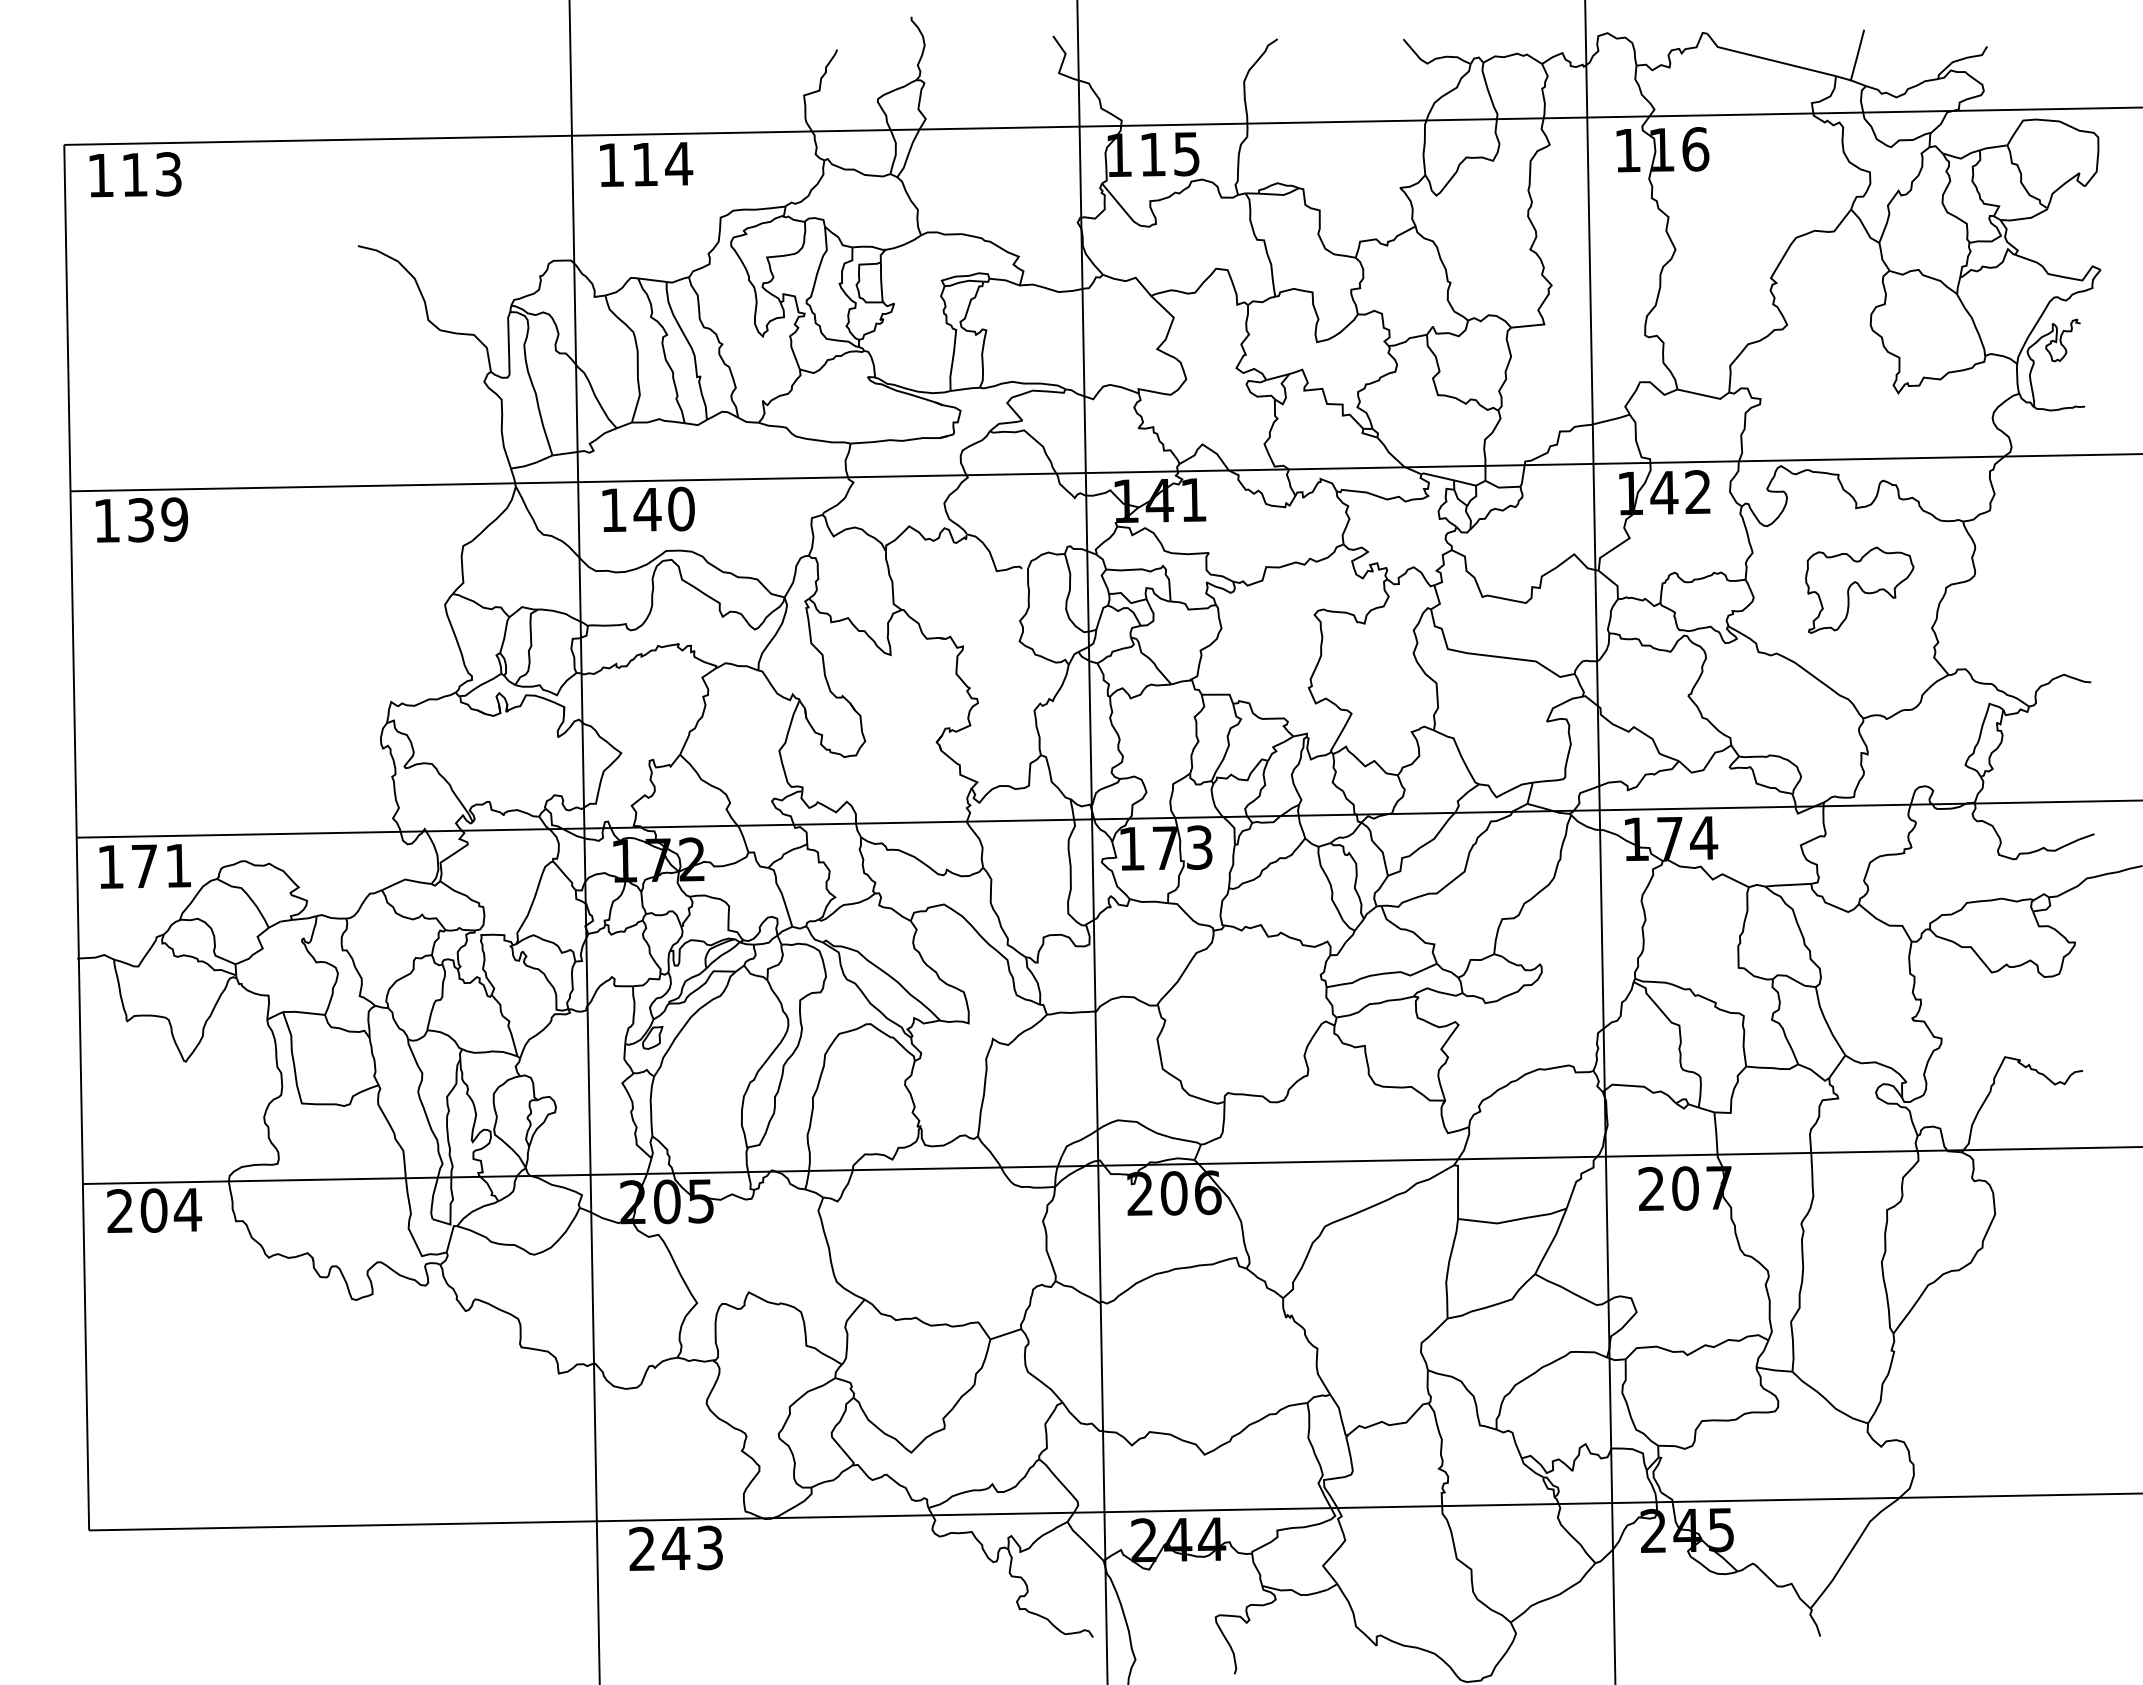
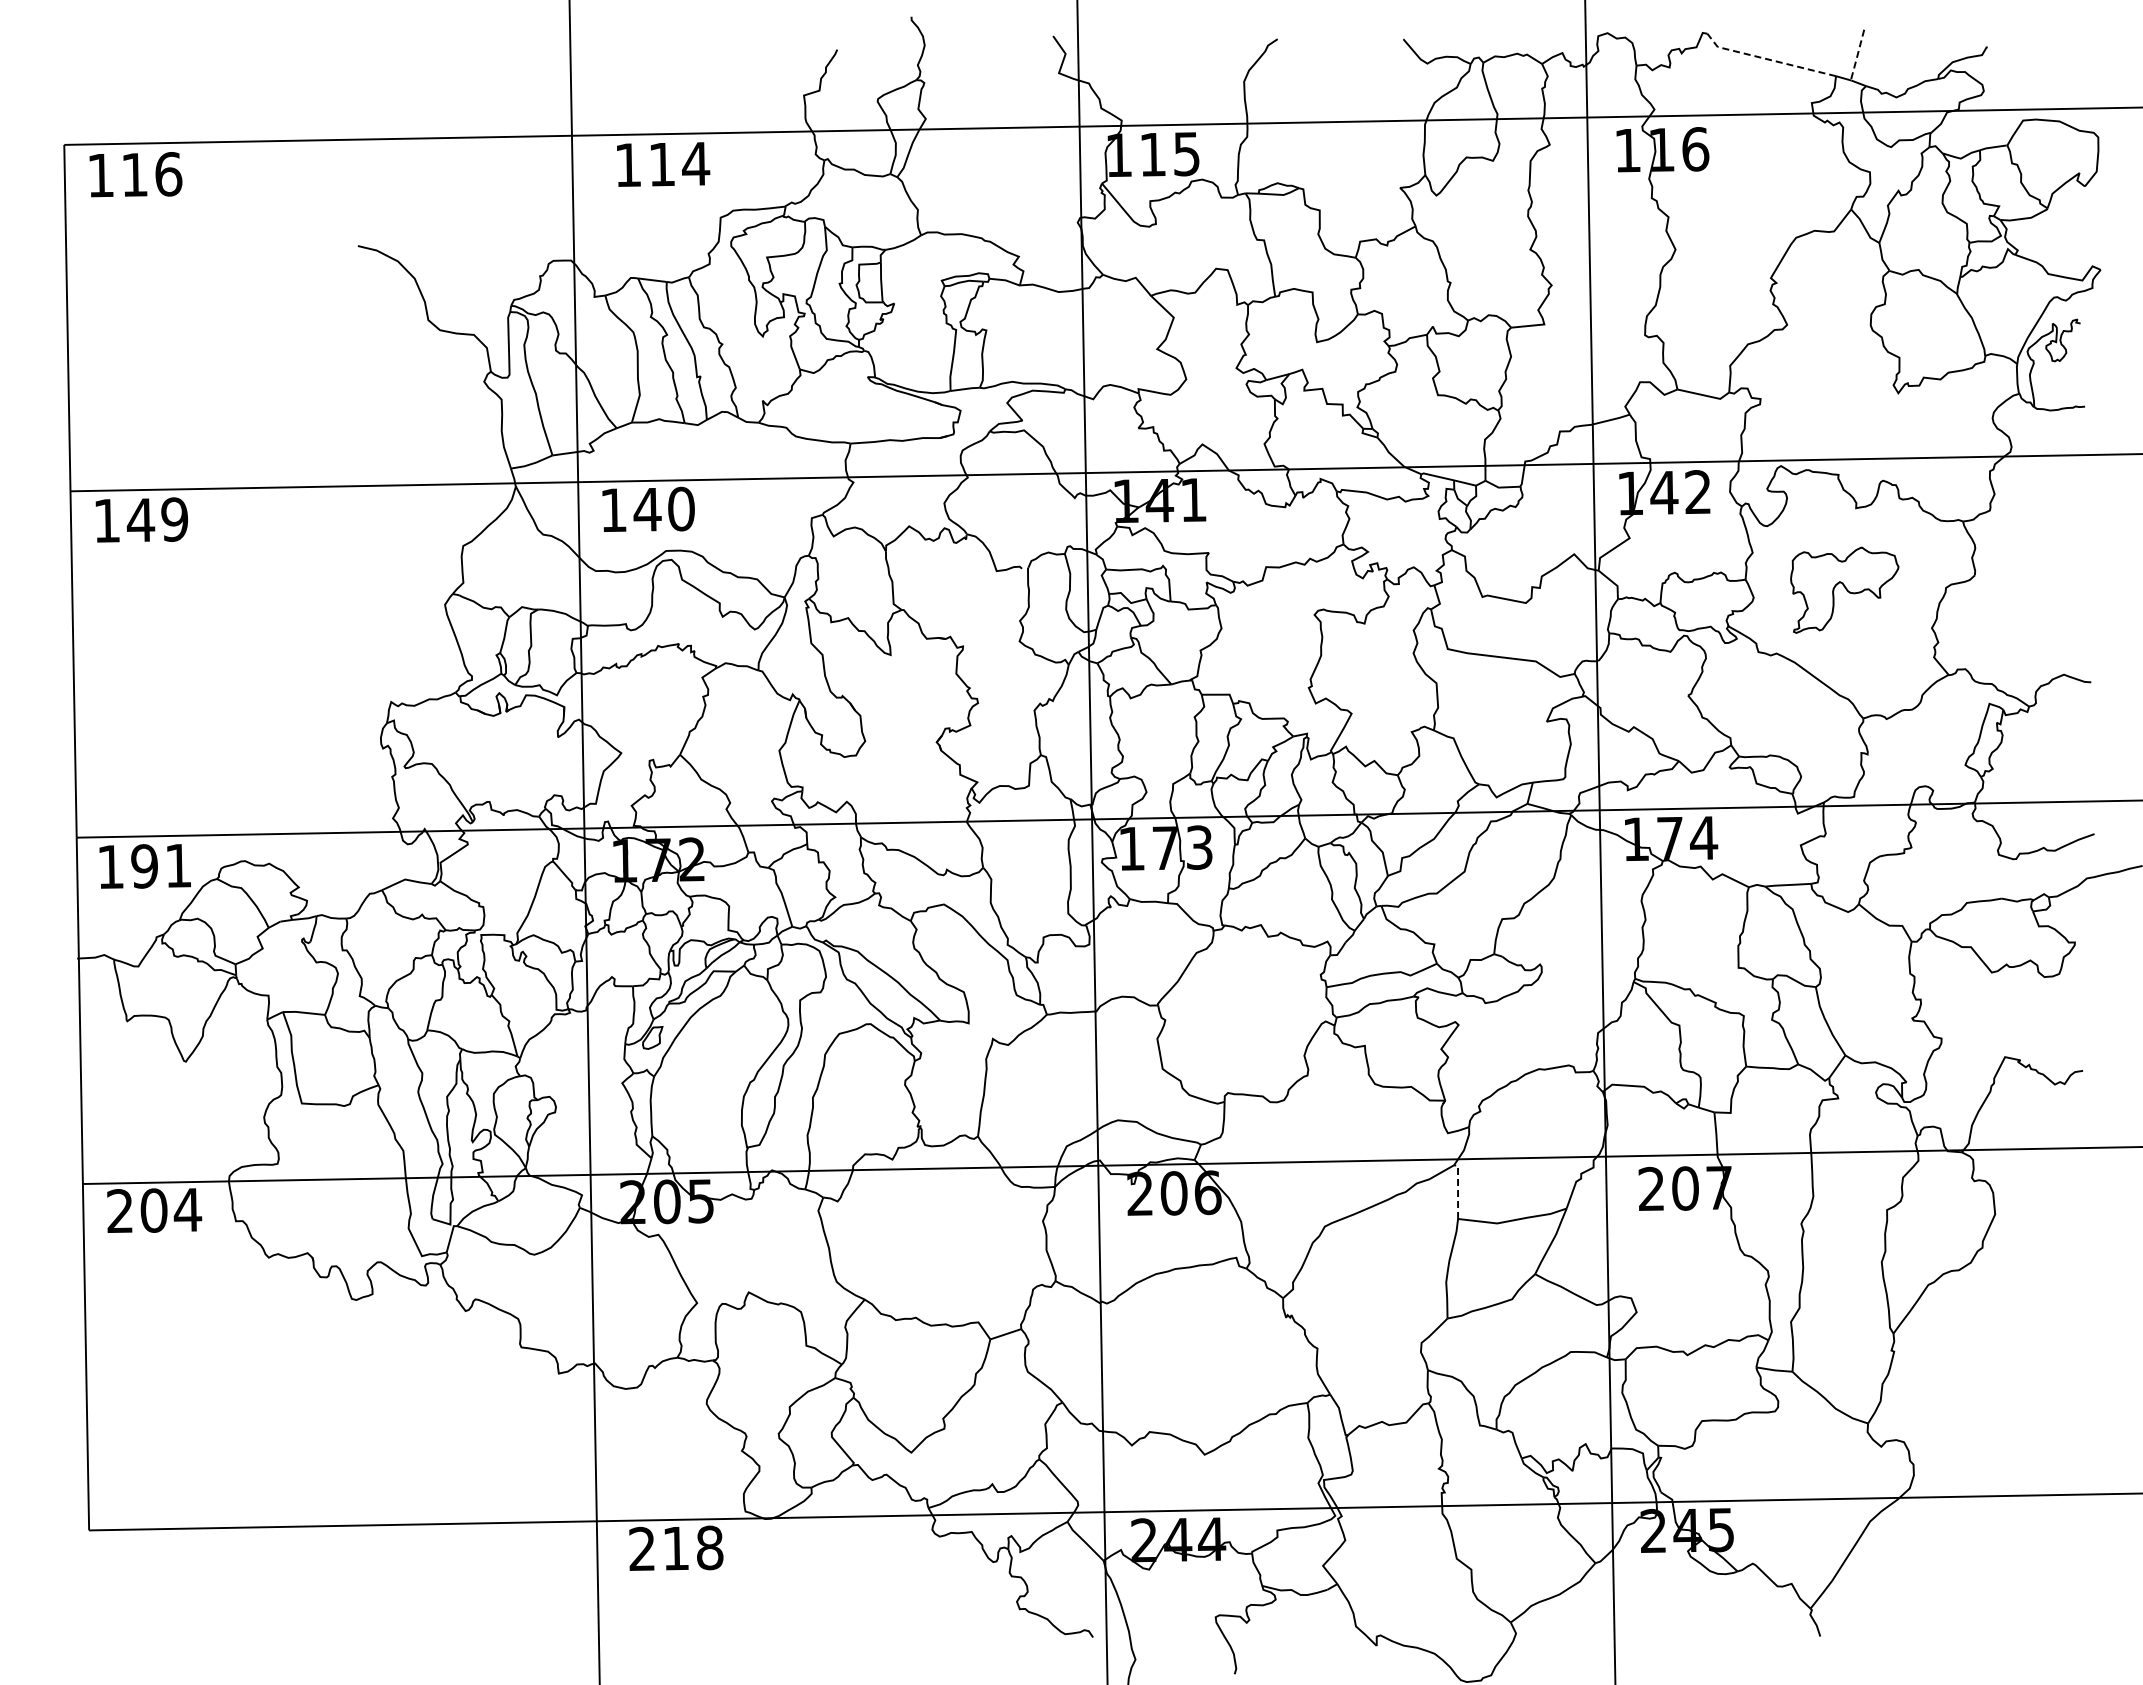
line at (1857, 56): solid -> dashed
line at (1768, 59): solid -> dashed
text at (646, 164) position: (646, 164) -> (663, 164)
text at (168, 174): 113 -> 116
text at (140, 520): 139 -> 149
part at (1859, 589) position: (1859, 589) -> (1844, 589)
text at (144, 866): 171 -> 191
line at (1458, 1189): solid -> dashed
text at (692, 1547): 243 -> 218
